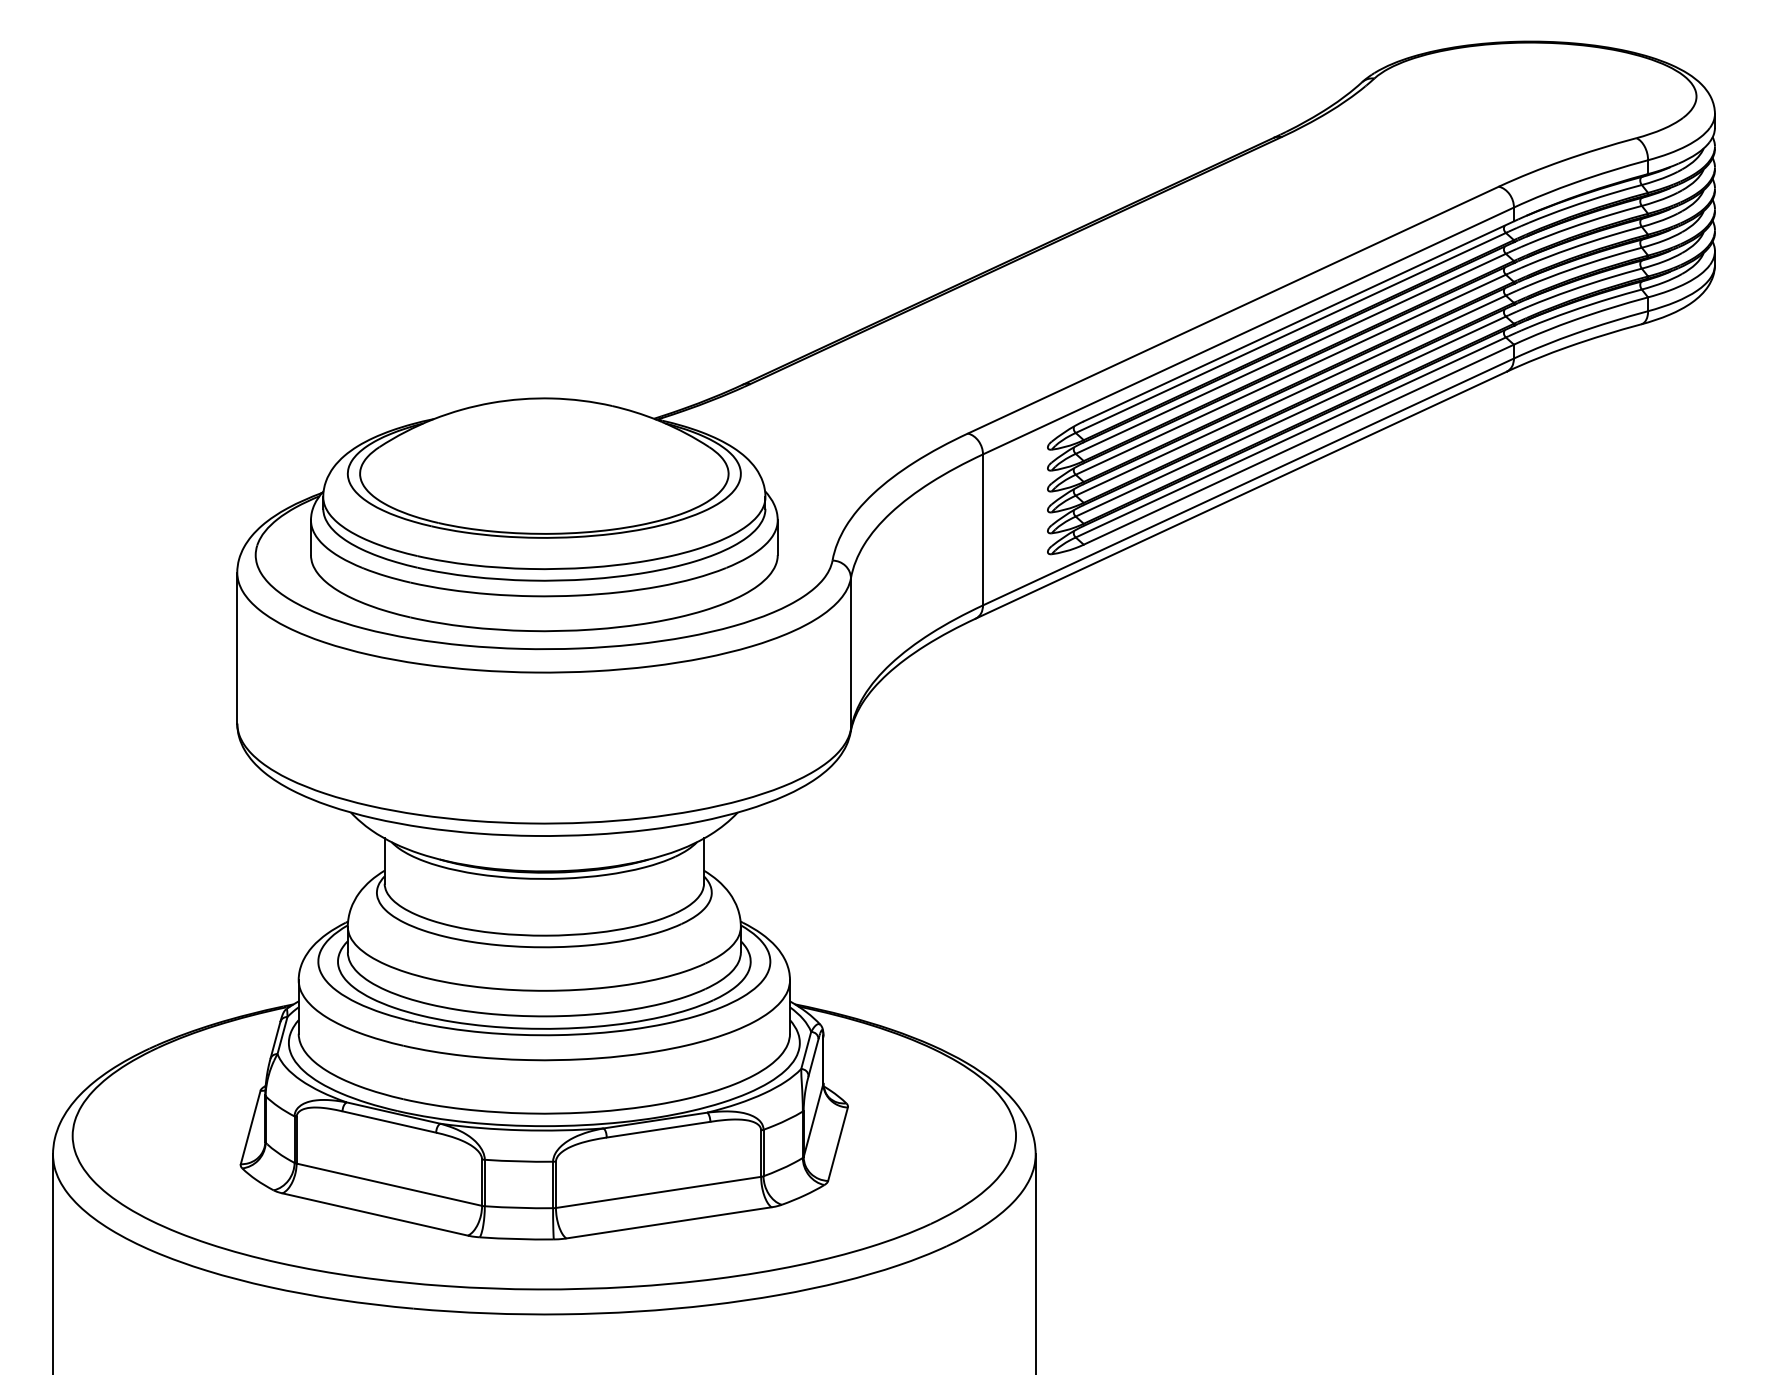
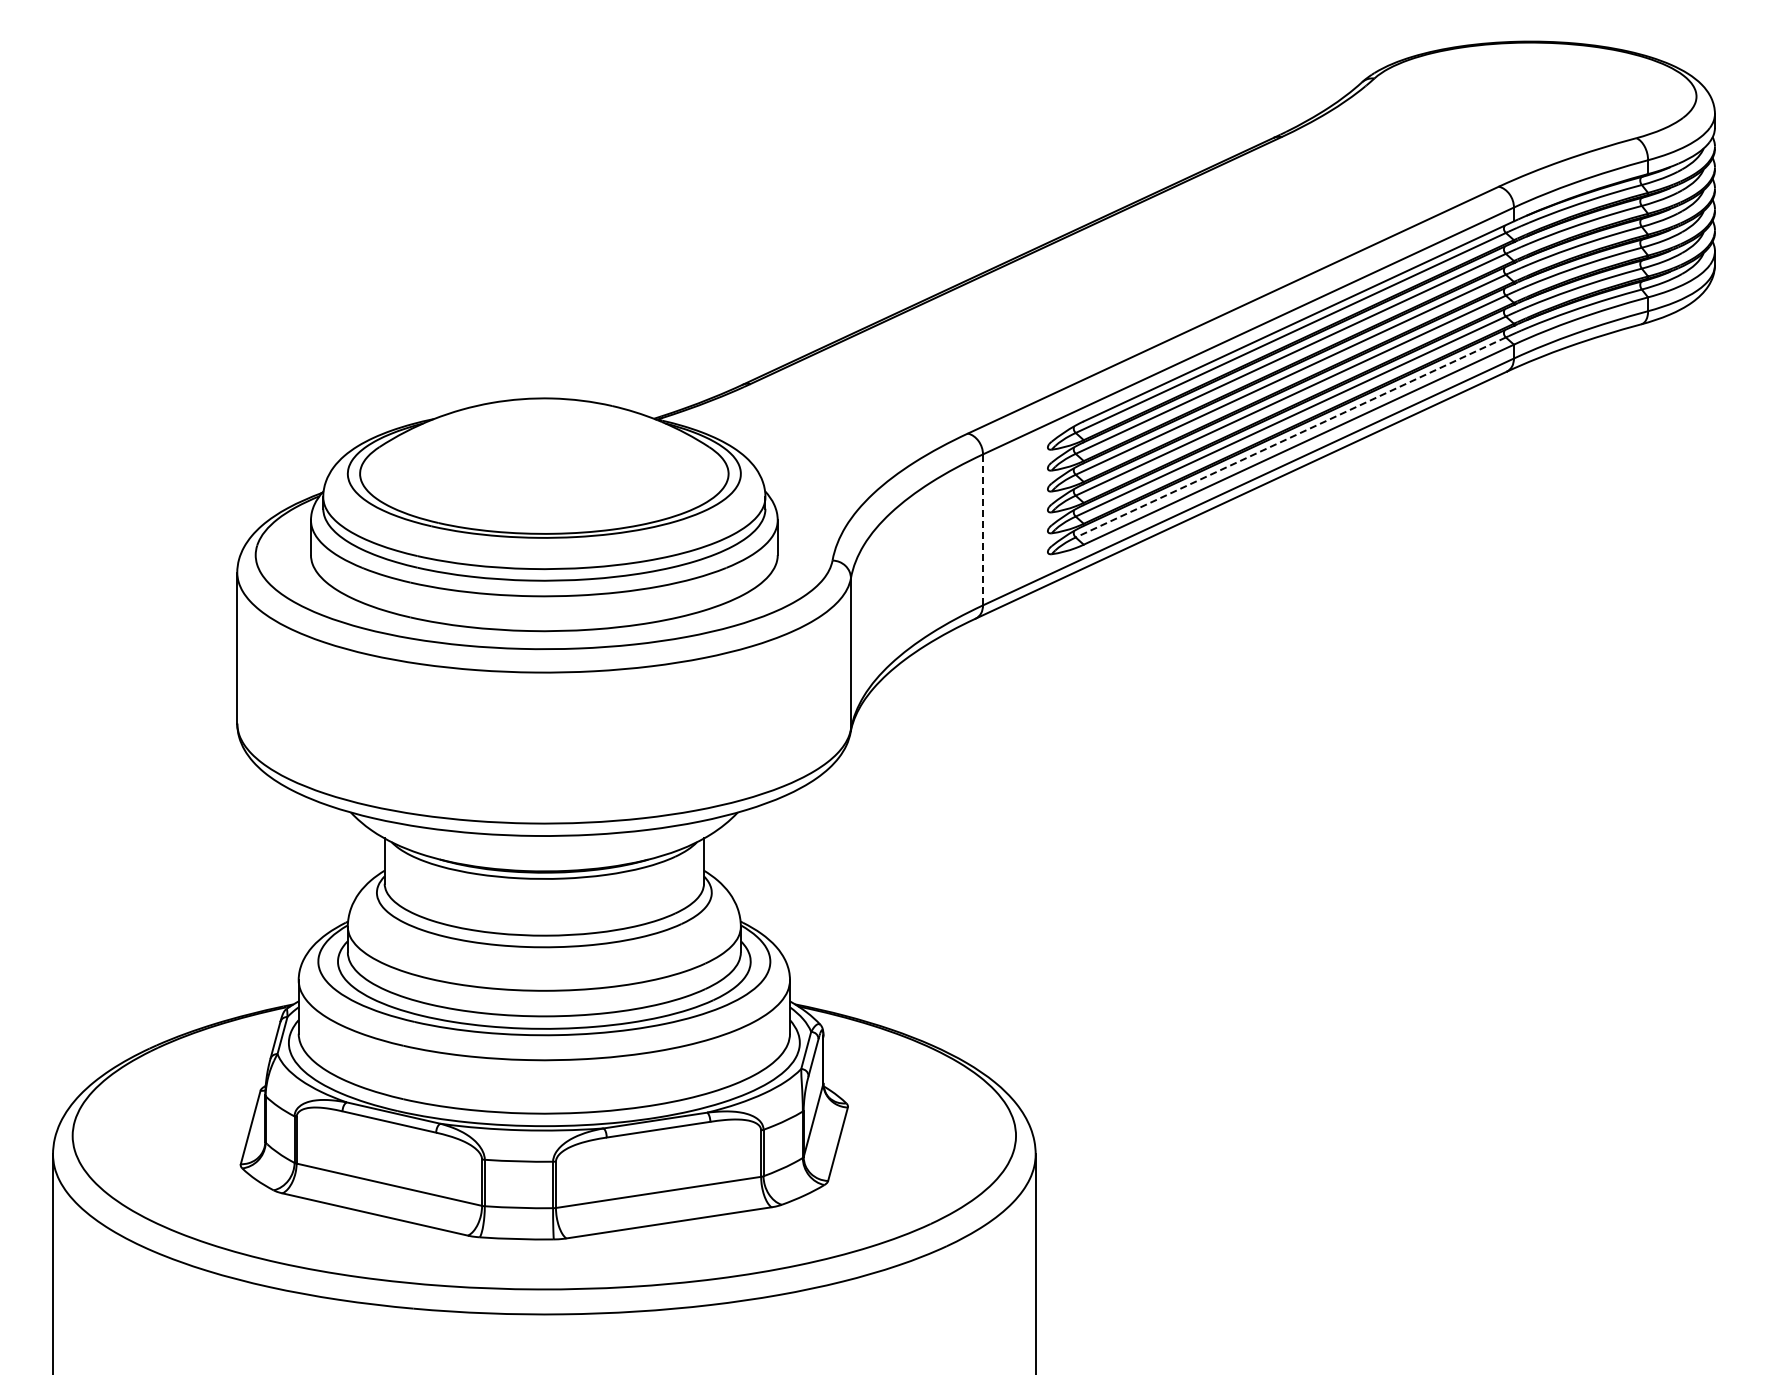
line at (1290, 437): solid -> dashed
line at (983, 529): solid -> dashed
